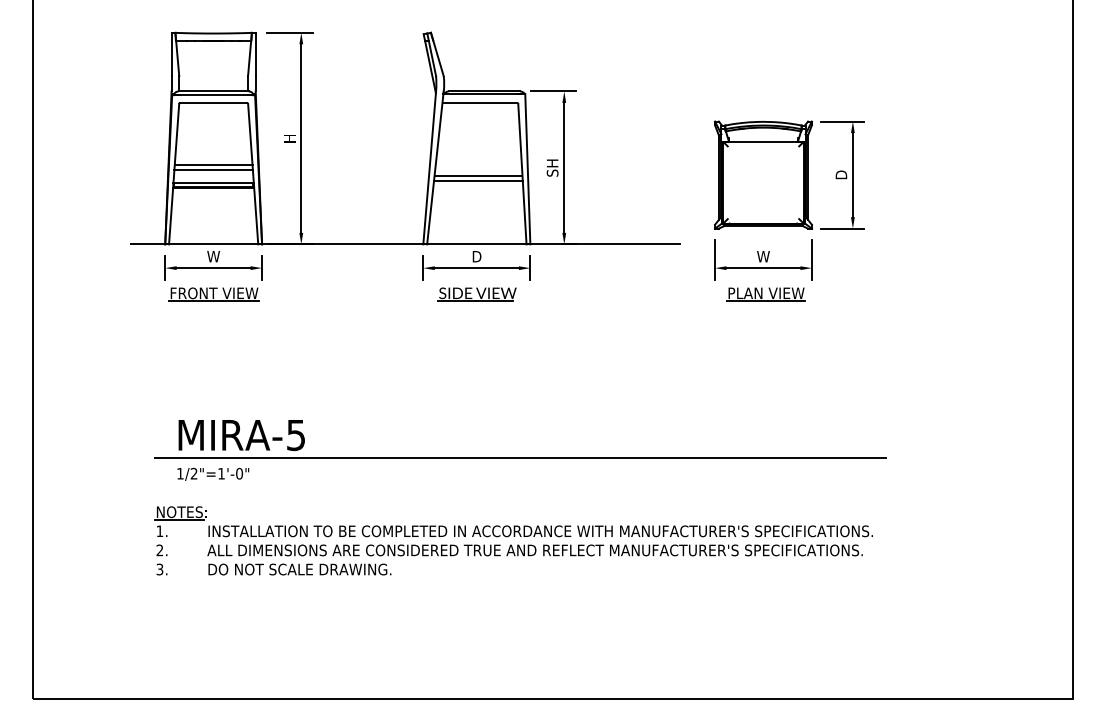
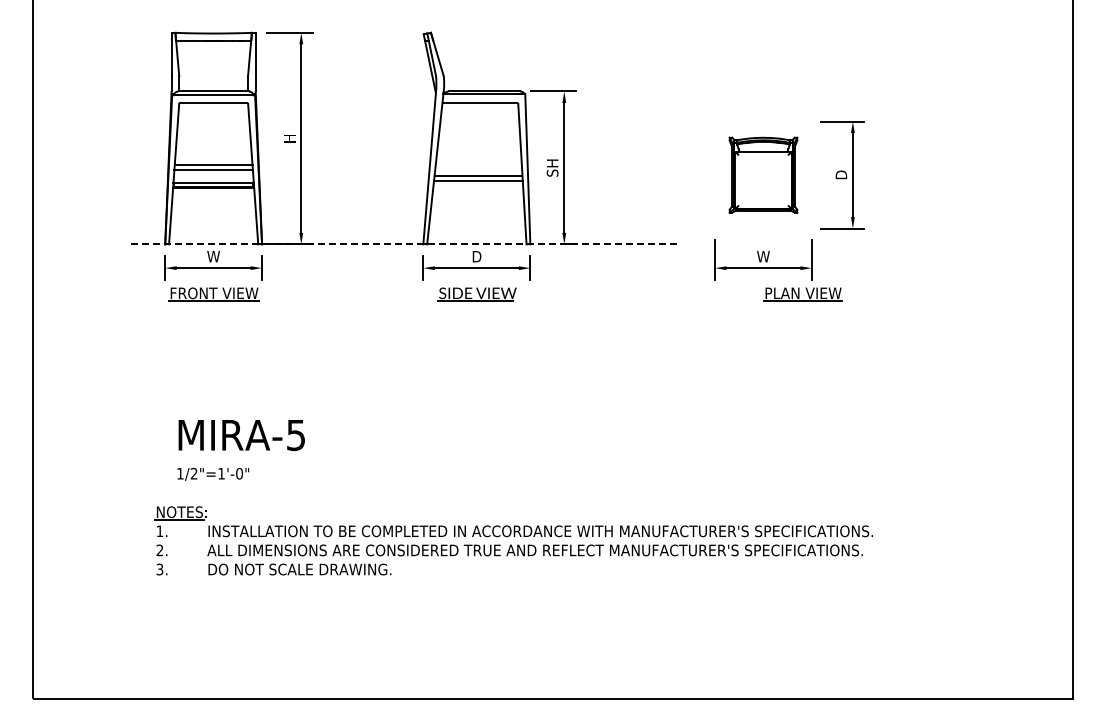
part at (763, 174) size: 99x110 px -> 71x78 px
line at (405, 244): solid -> dashed
part at (765, 294) position: (765, 294) -> (802, 294)
line at (520, 457): present -> none
